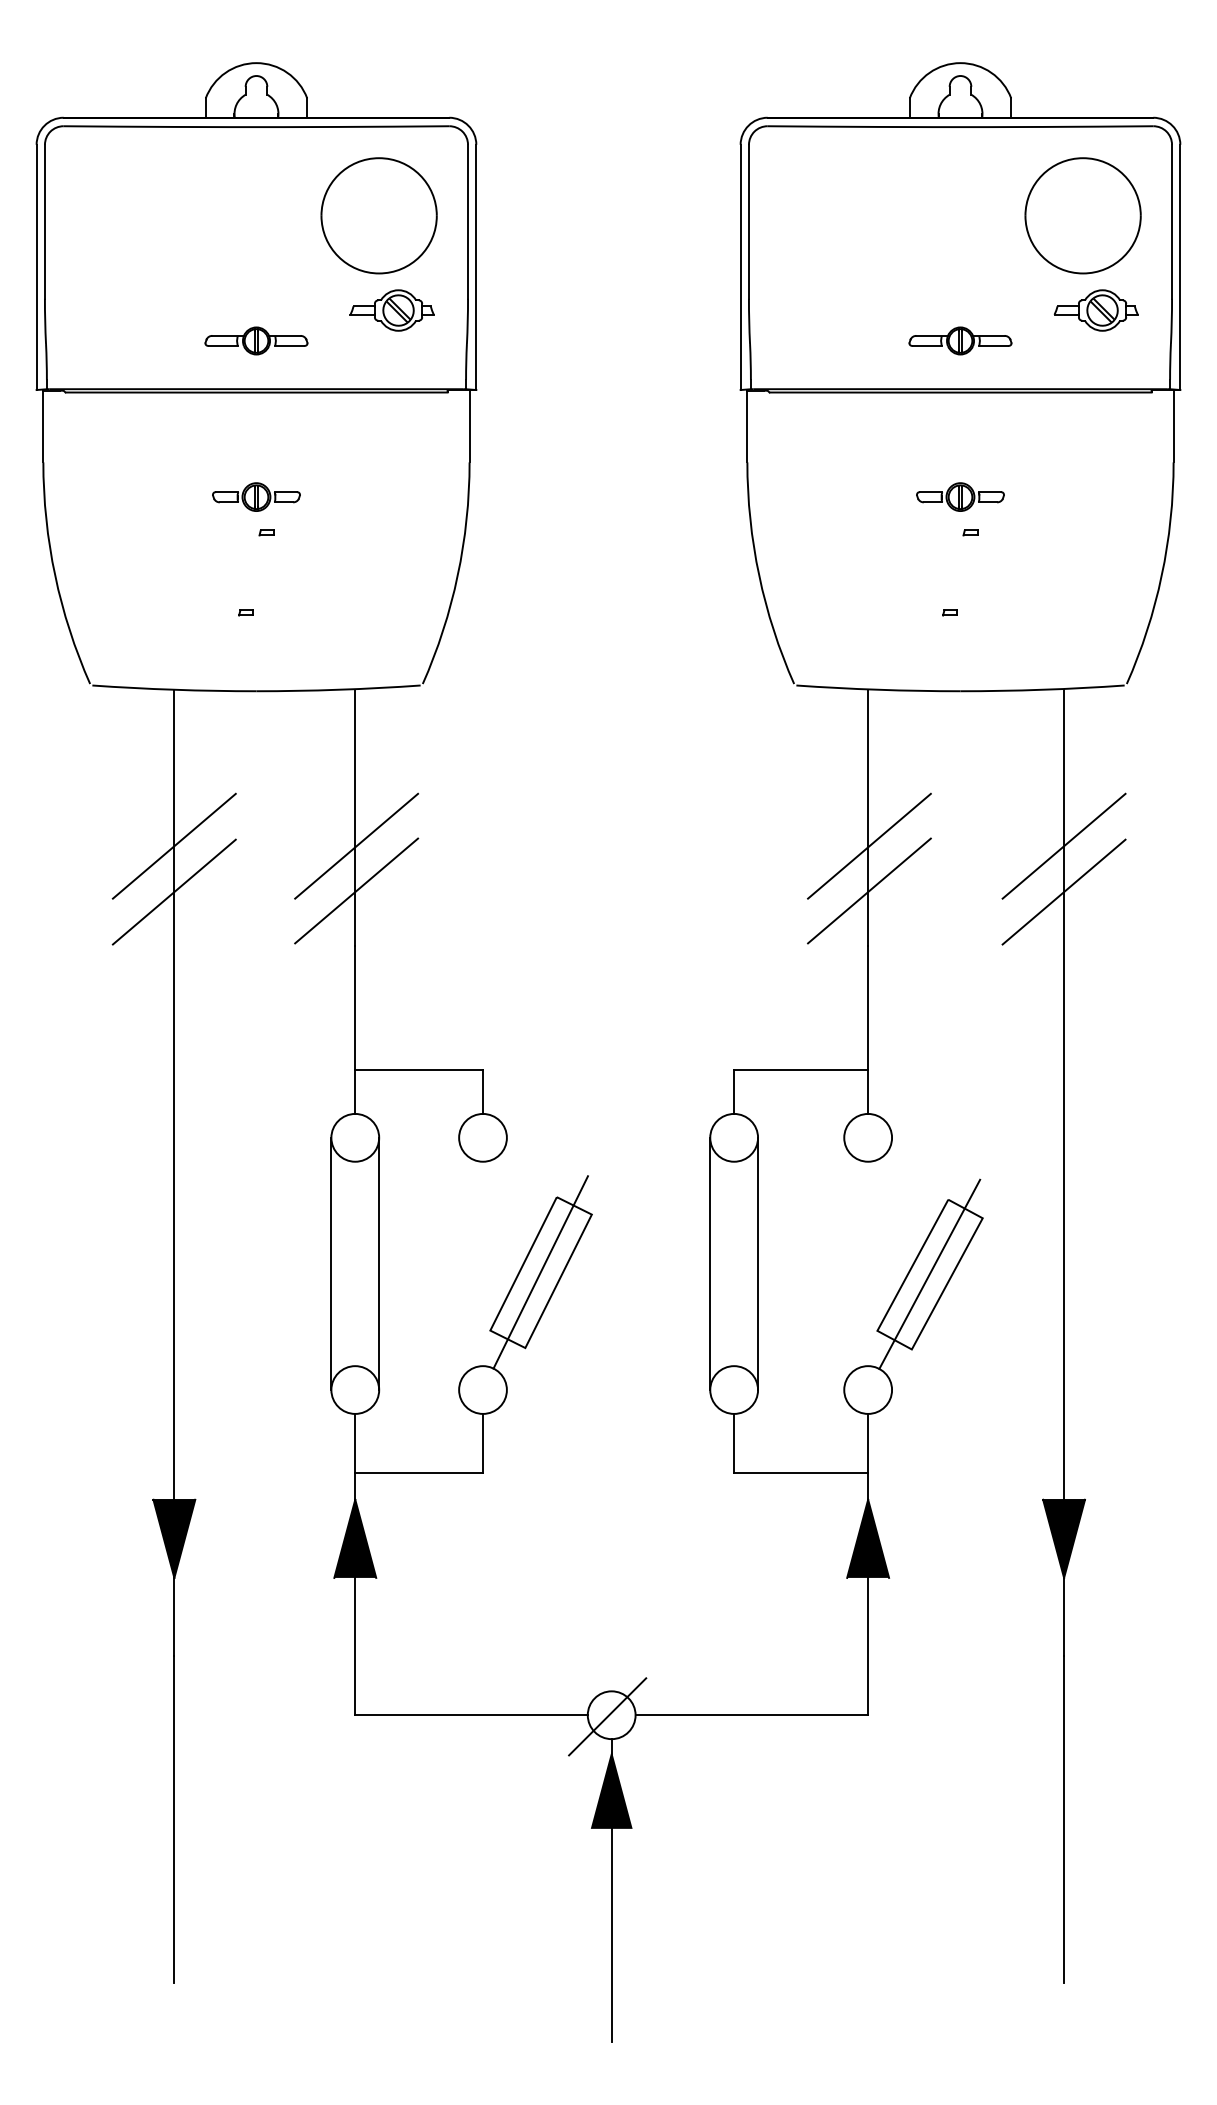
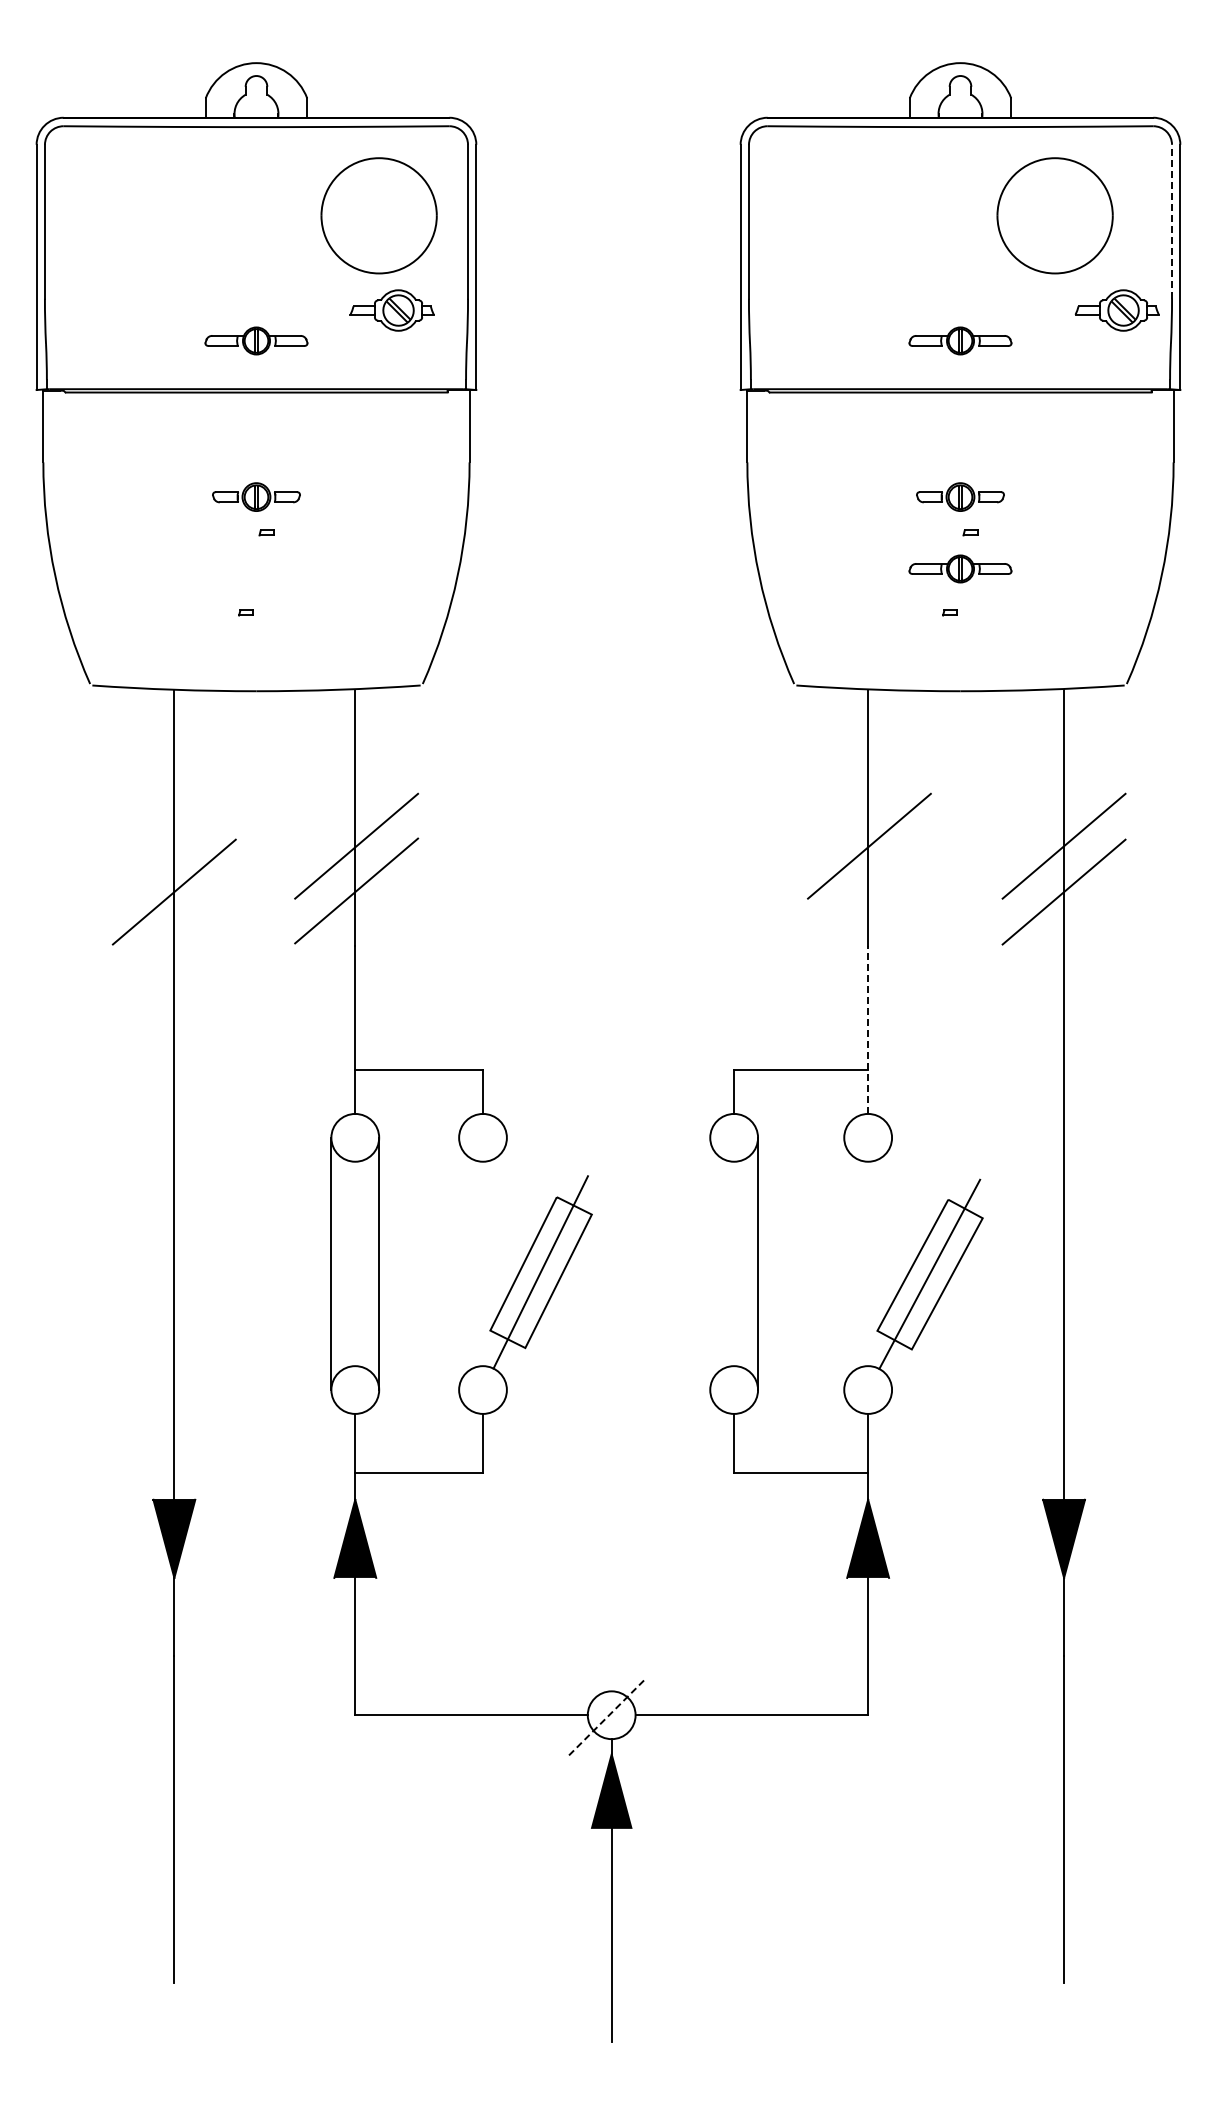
part at (1082, 215) position: (1082, 215) -> (1054, 215)
line at (1172, 221): solid -> dashed
part at (1095, 310) position: (1095, 310) -> (1116, 310)
part at (960, 568): none -> present
line at (173, 845): present -> none
line at (869, 890): present -> none
line at (868, 1030): solid -> dashed
line at (710, 1263): present -> none
line at (607, 1716): solid -> dashed
